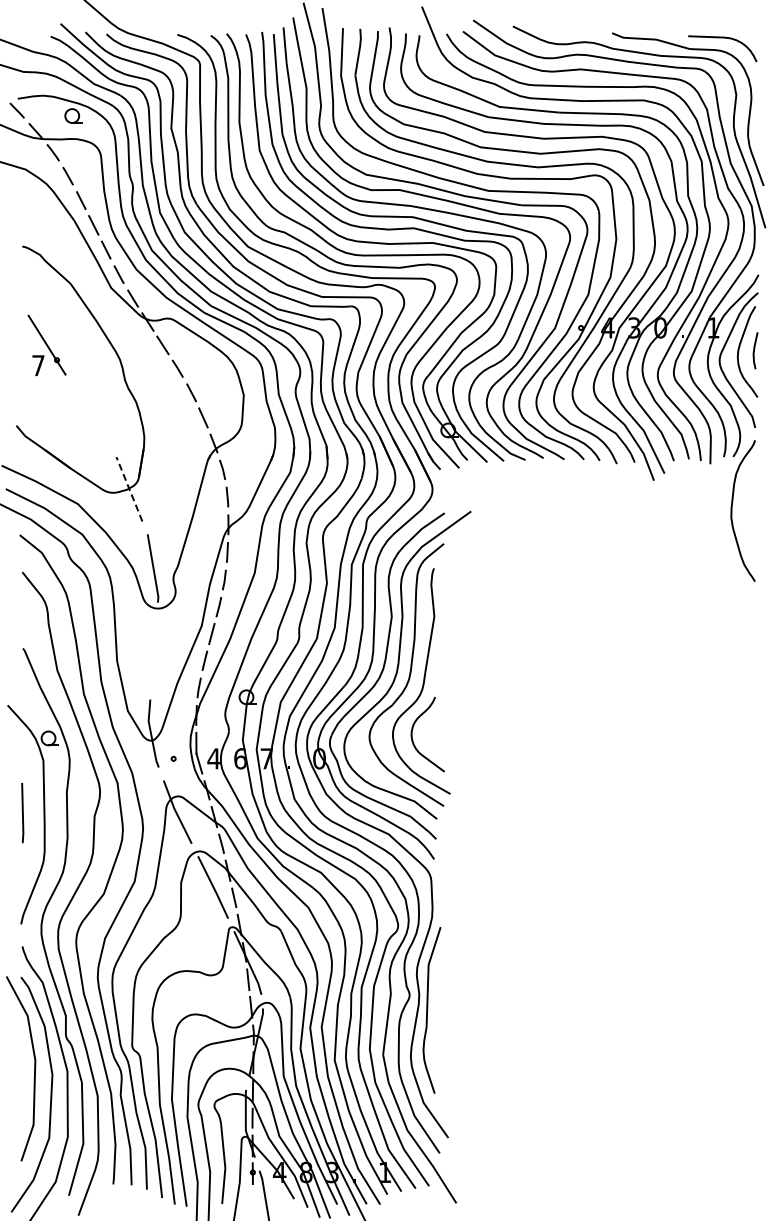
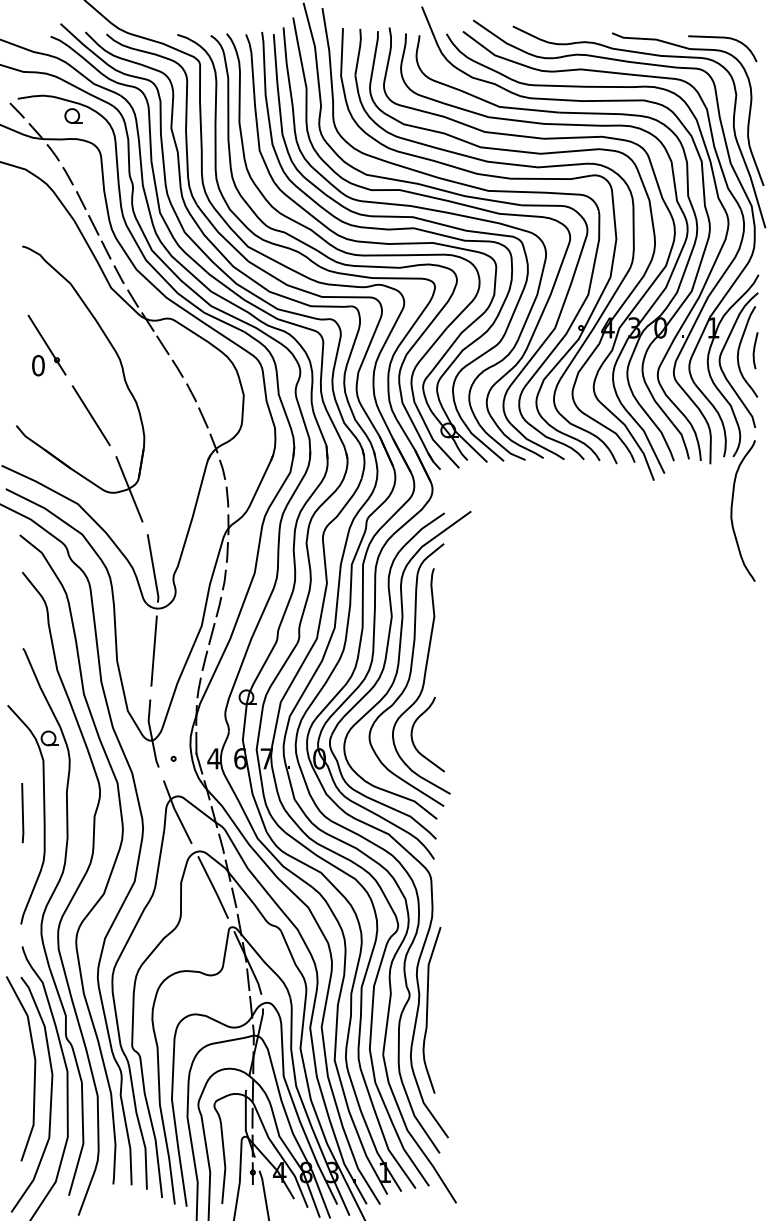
text at (38, 365): 7 -> 0
line at (90, 415): none -> present
line at (129, 489): dashed -> solid
line at (153, 650): none -> present
